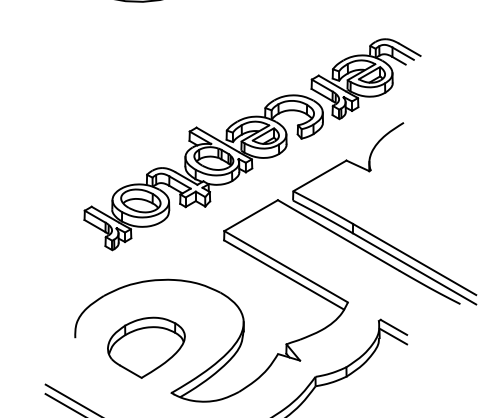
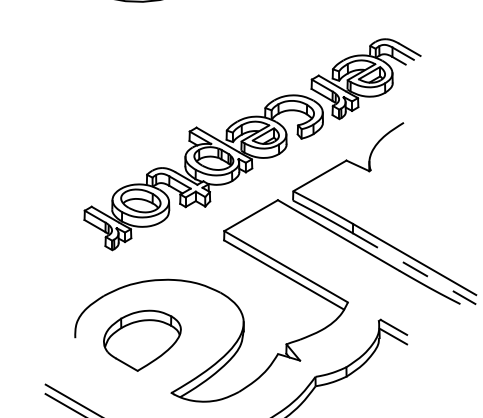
line at (414, 269): solid -> dashed
part at (146, 347) position: (146, 347) -> (142, 340)
